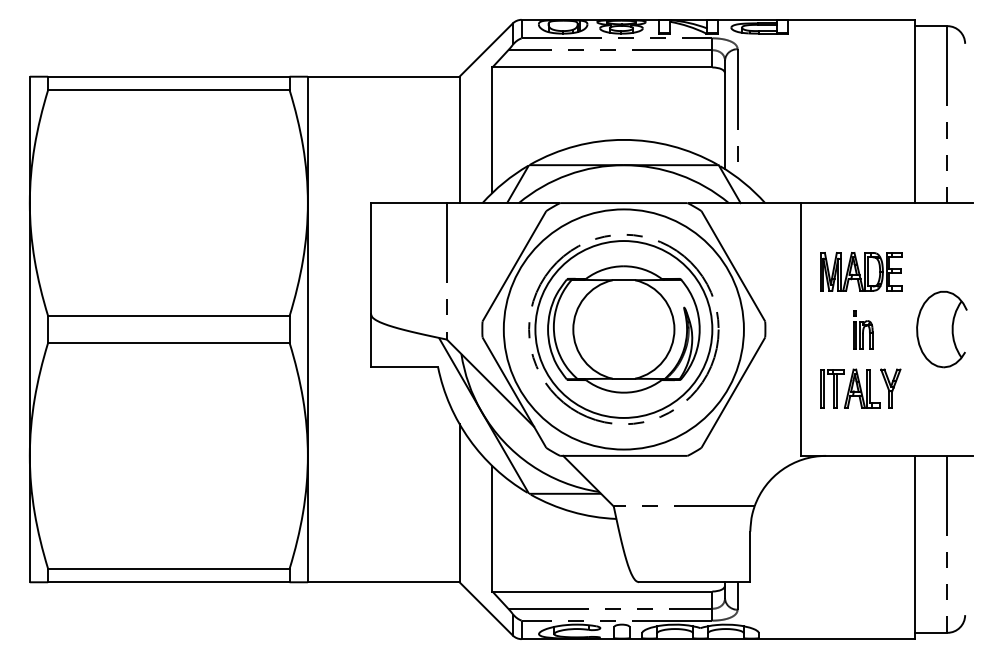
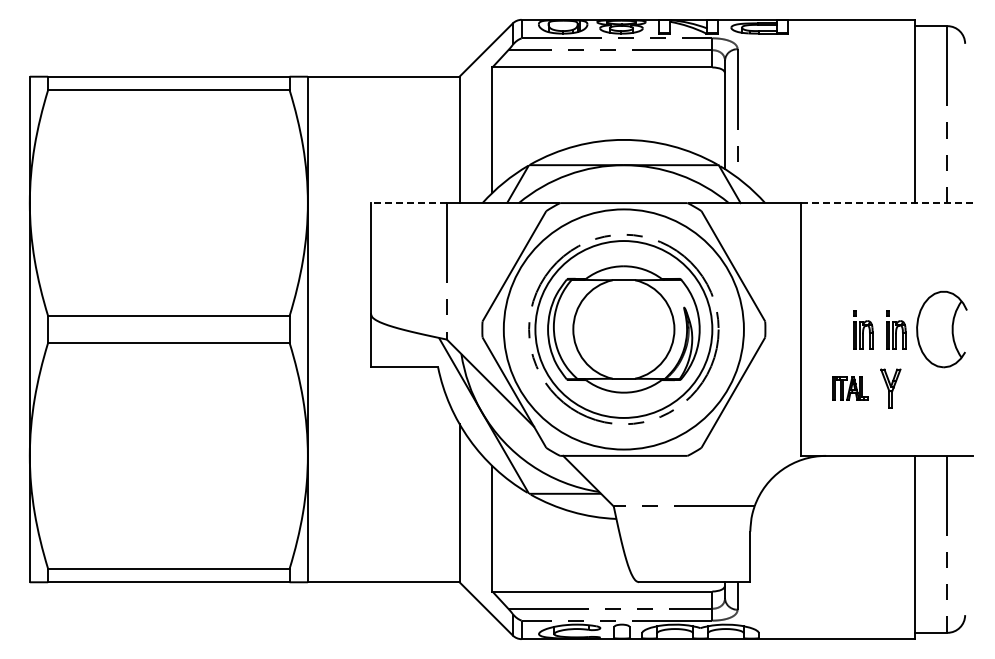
line at (409, 203): solid -> dashed
line at (886, 203): solid -> dashed
part at (861, 271): present -> none
part at (896, 329): none -> present
part at (850, 388) size: 61x41 px -> 37x25 px
